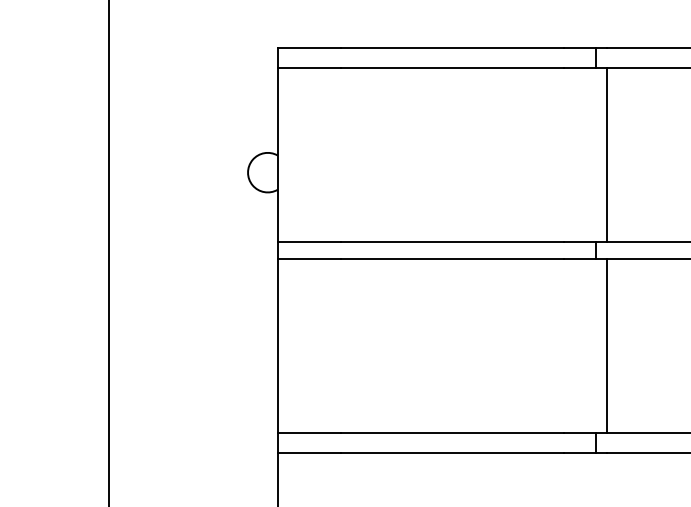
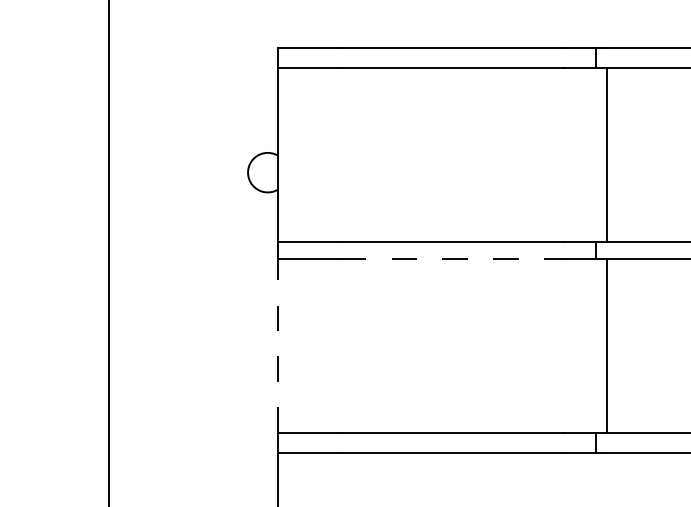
line at (452, 259): solid -> dashed
line at (277, 345): solid -> dashed
